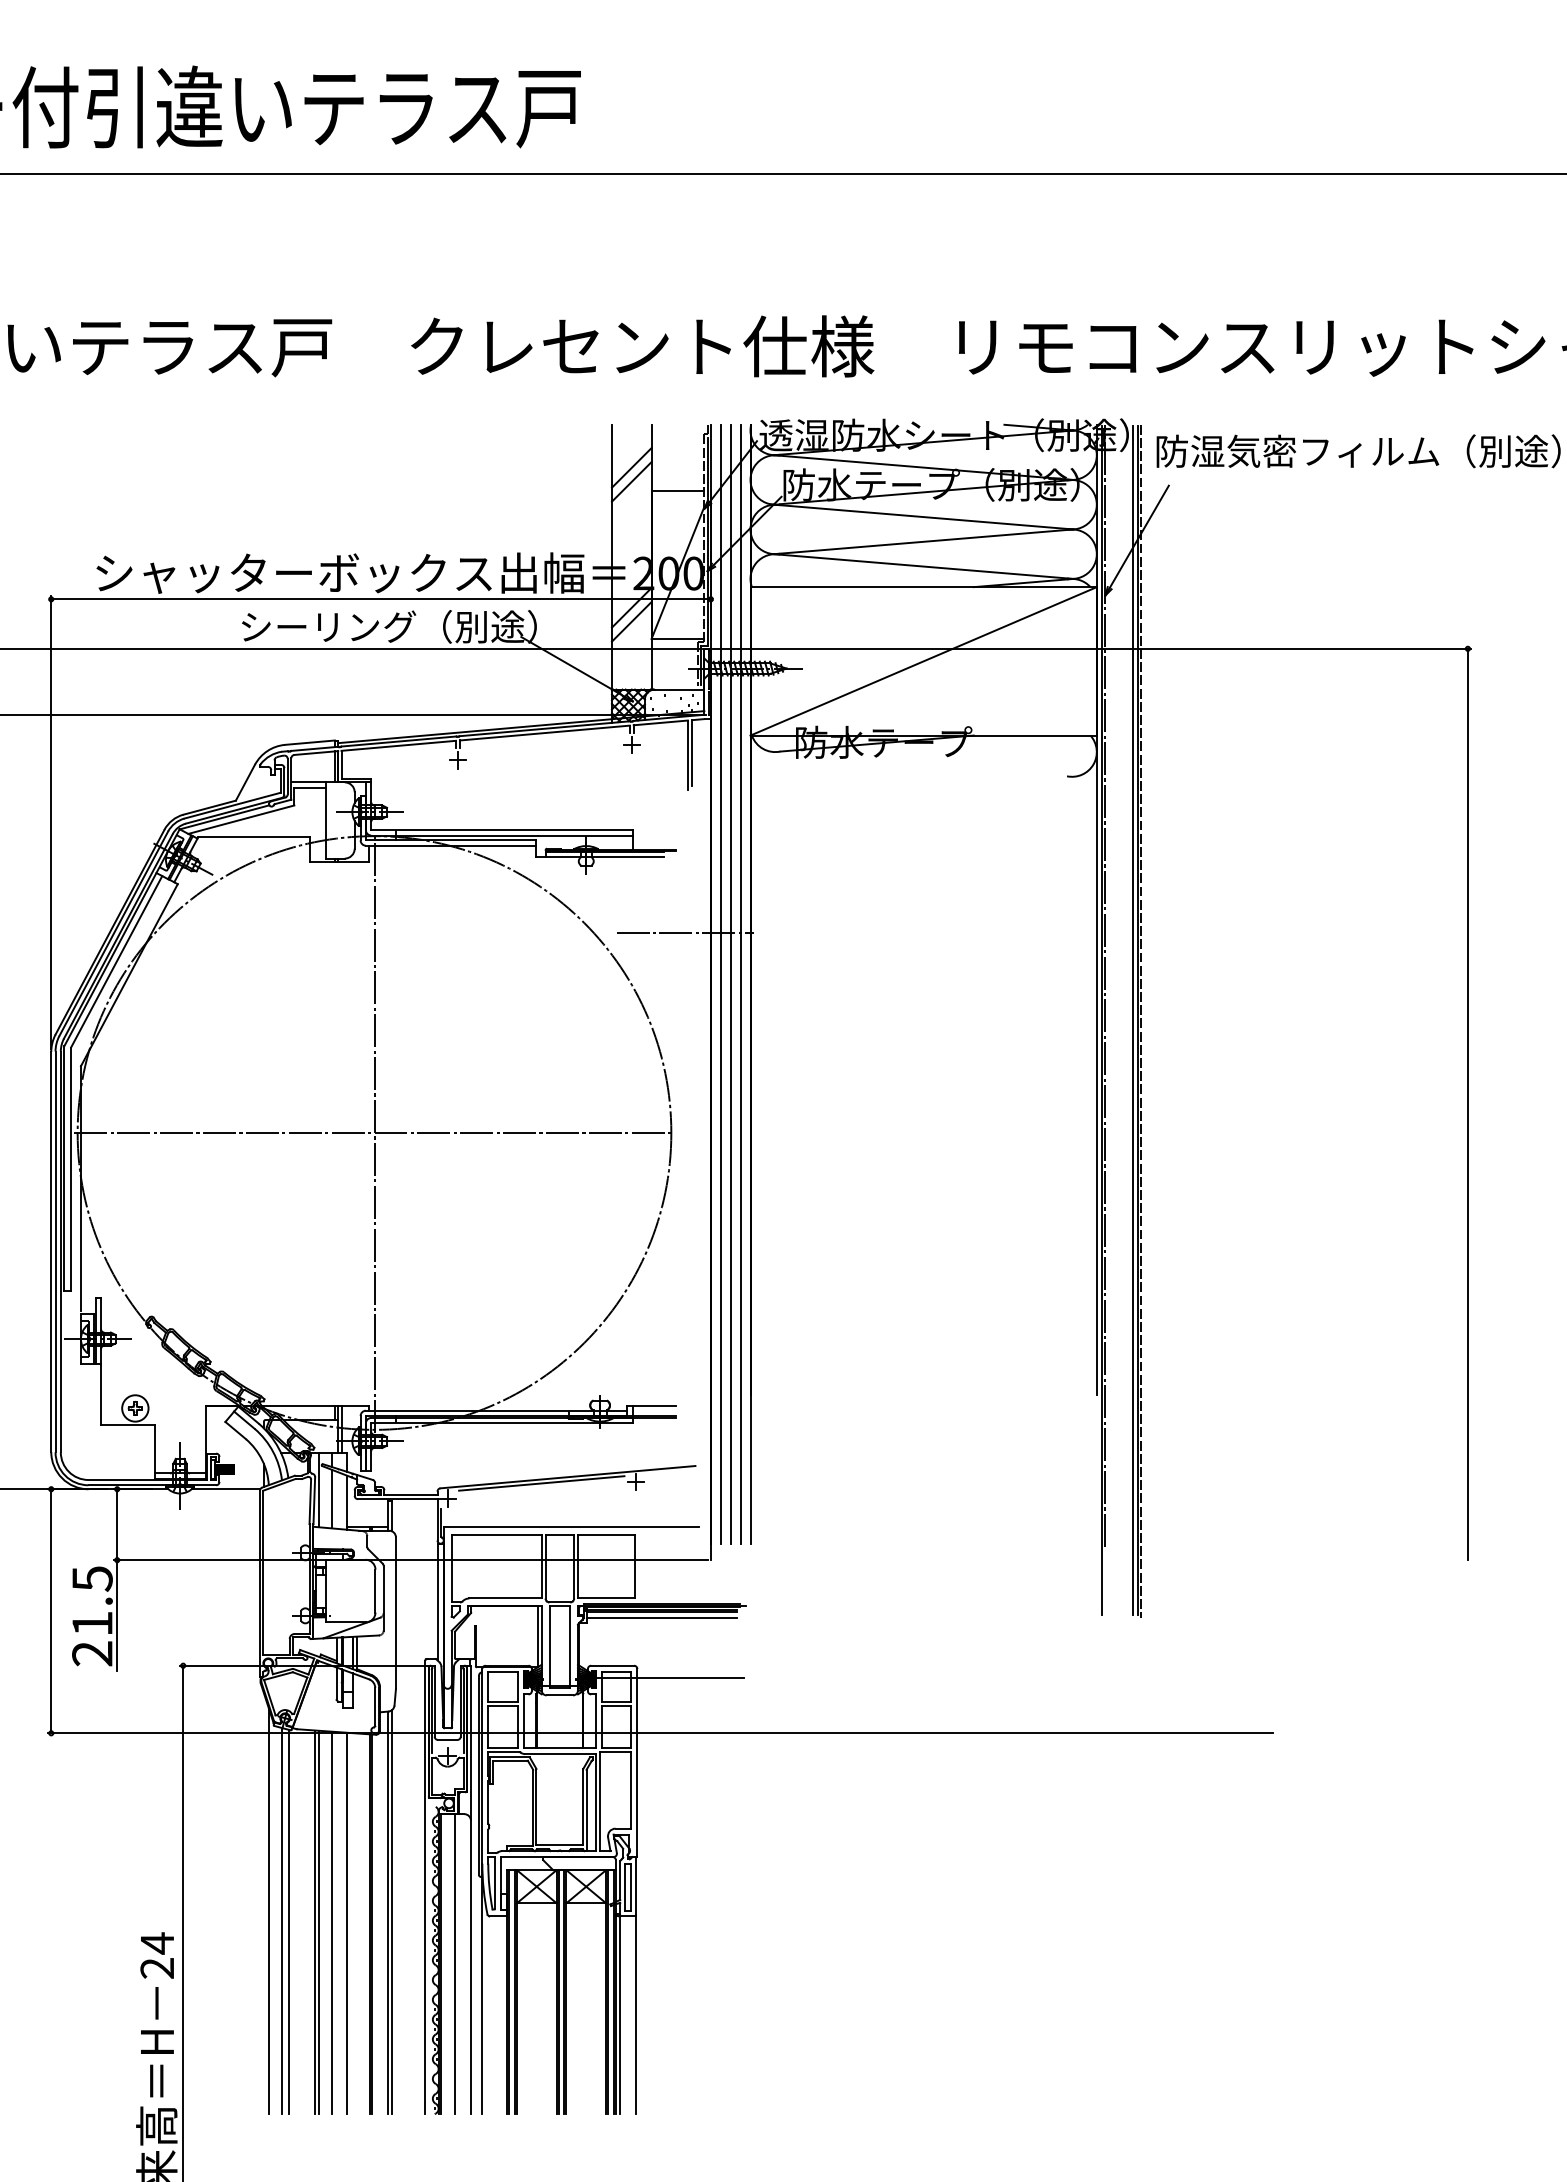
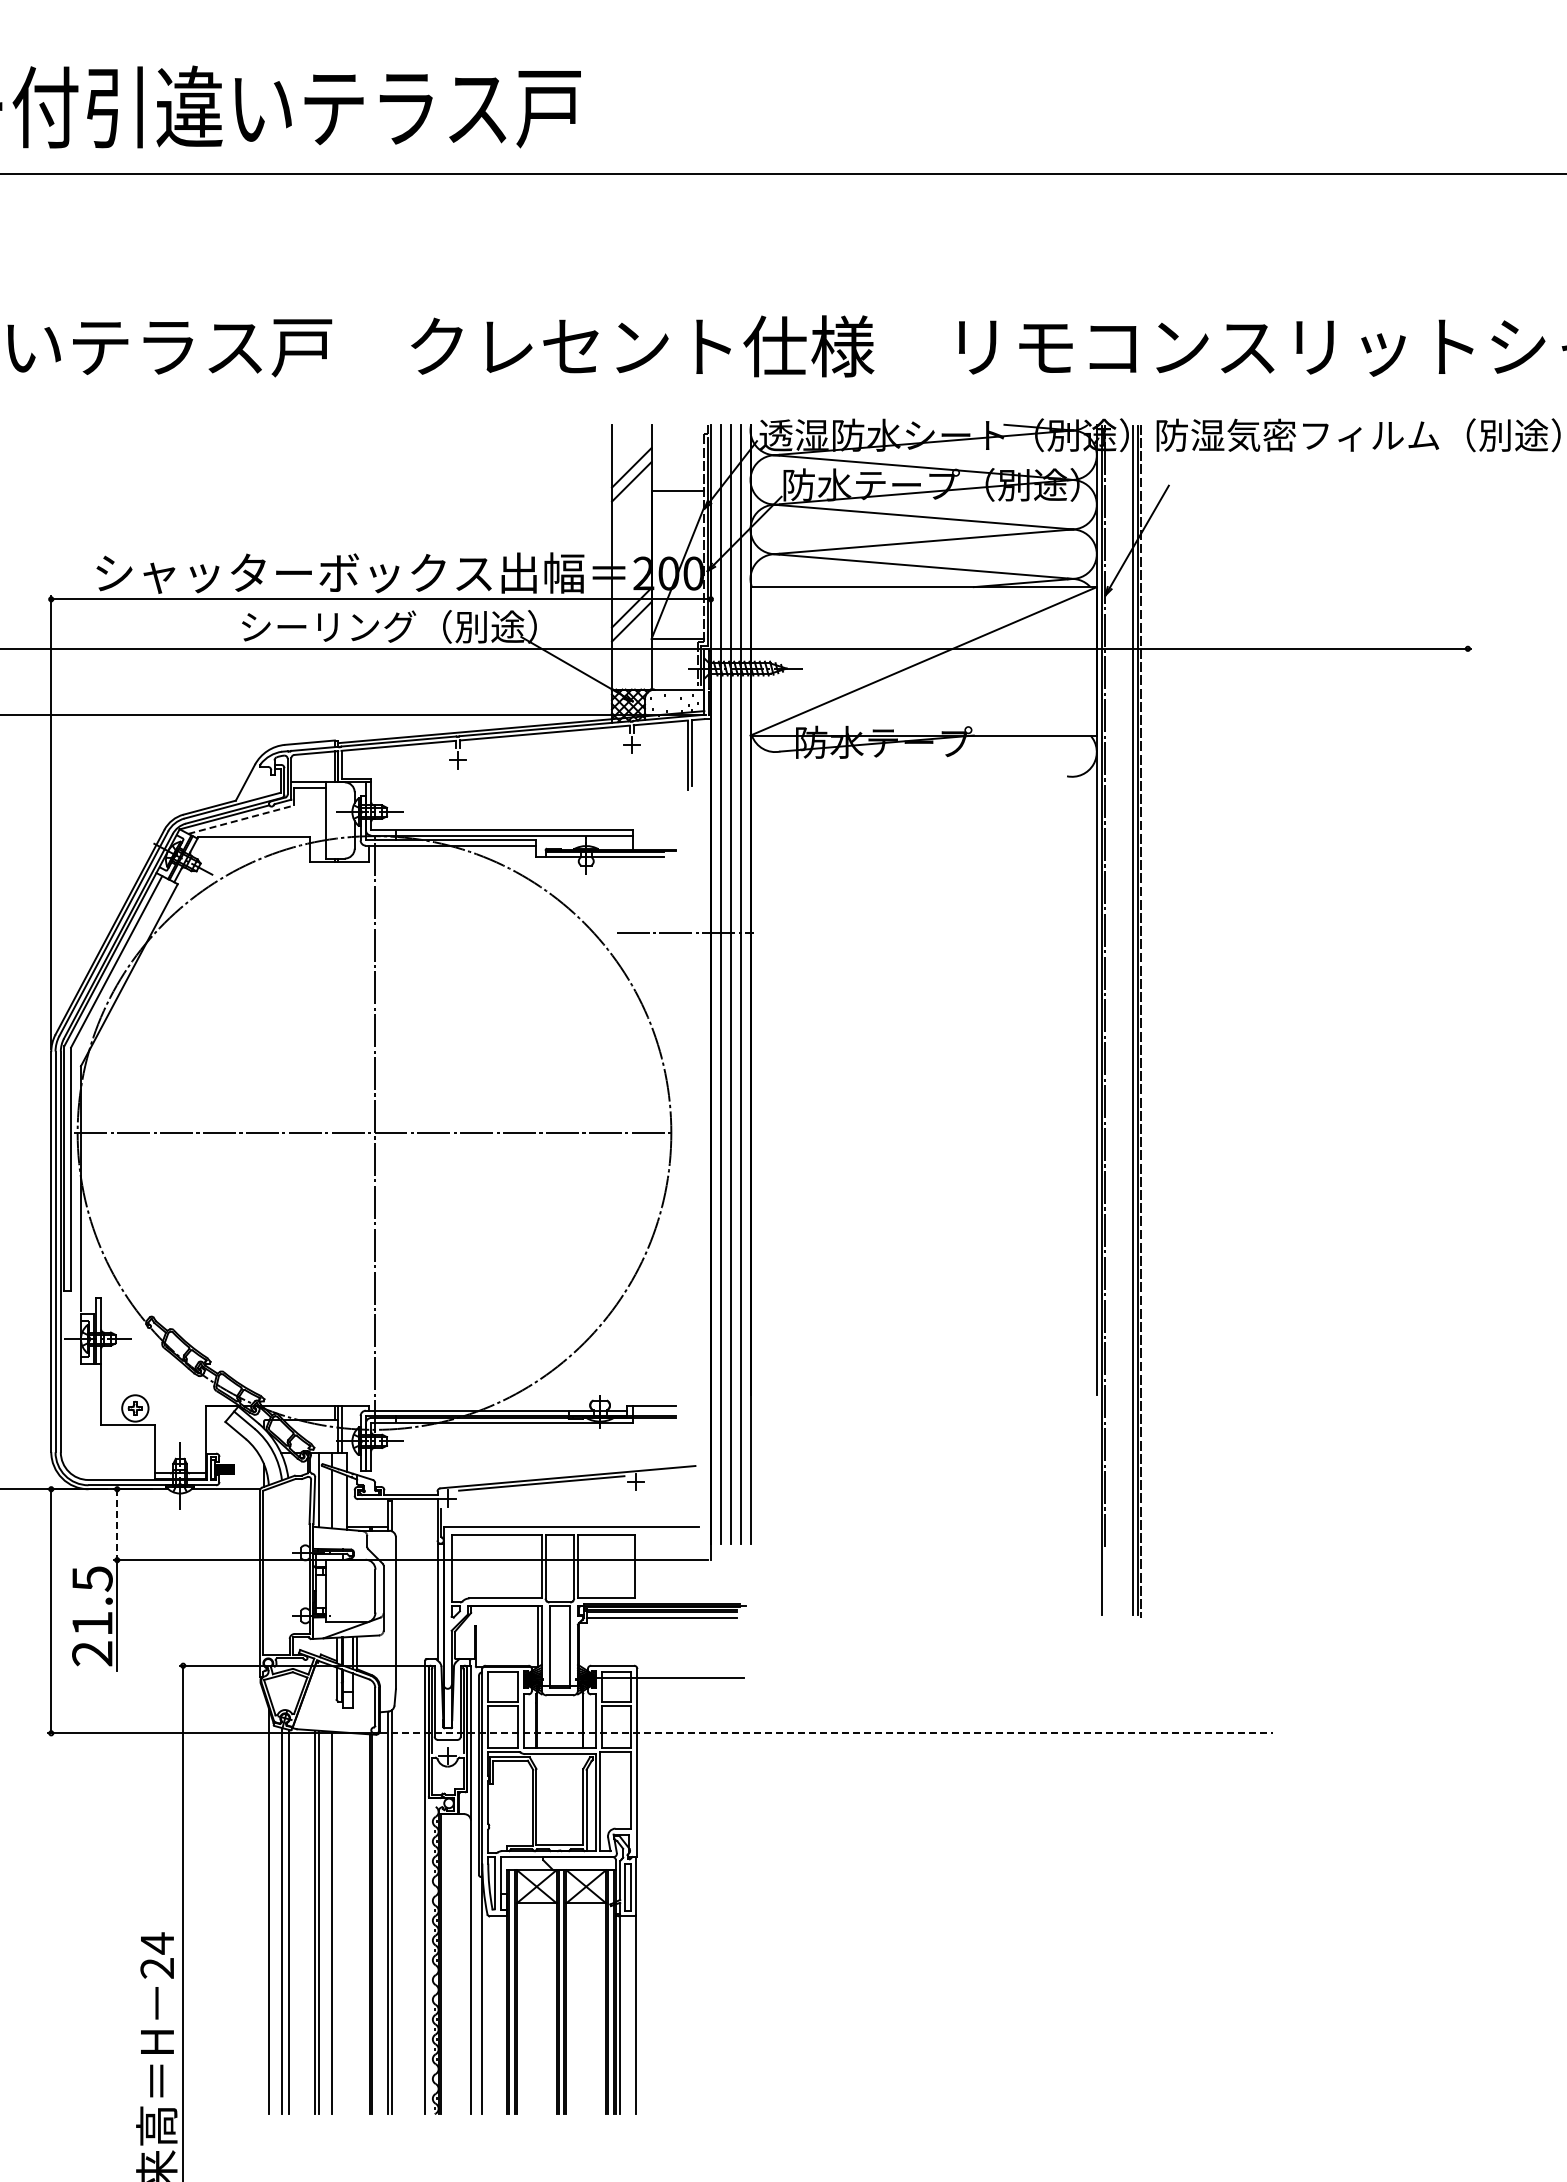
text at (1358, 451) position: (1358, 451) -> (1358, 435)
line at (241, 819): solid -> dashed
line at (1467, 1104): present -> none
line at (117, 1525): solid -> dashed
line at (826, 1733): solid -> dashed
line at (347, 1923): present -> none
line at (455, 1964): present -> none
